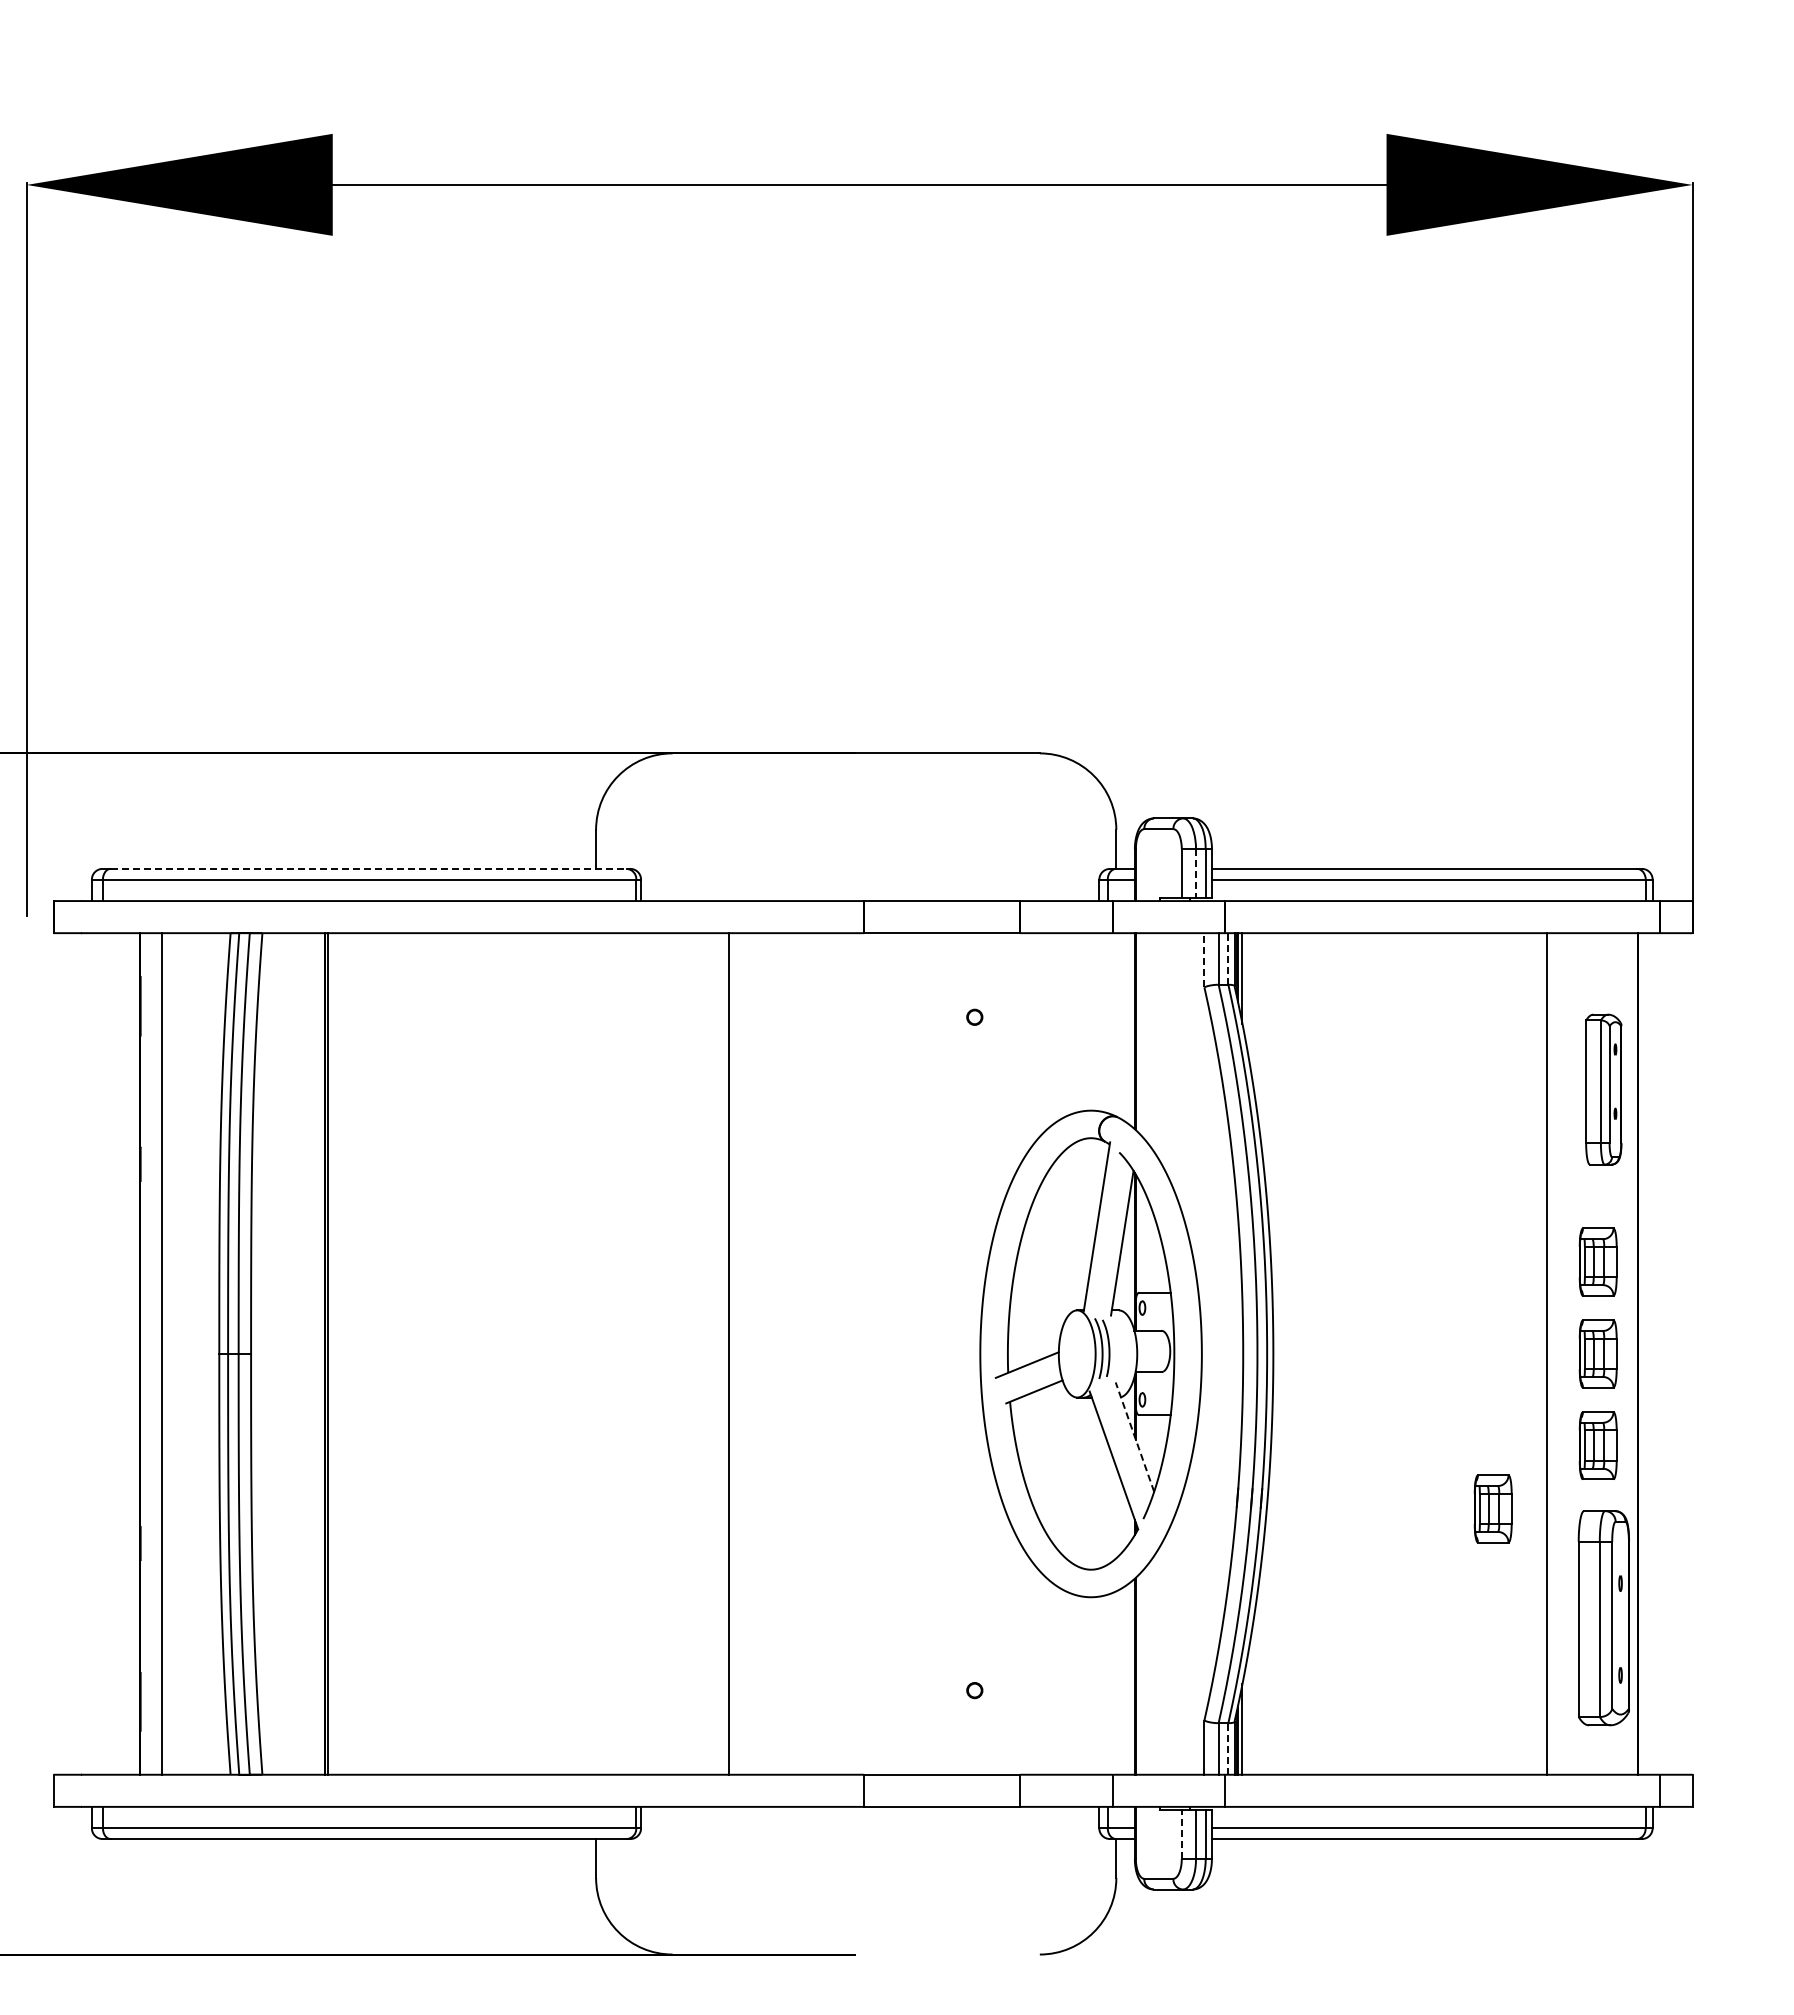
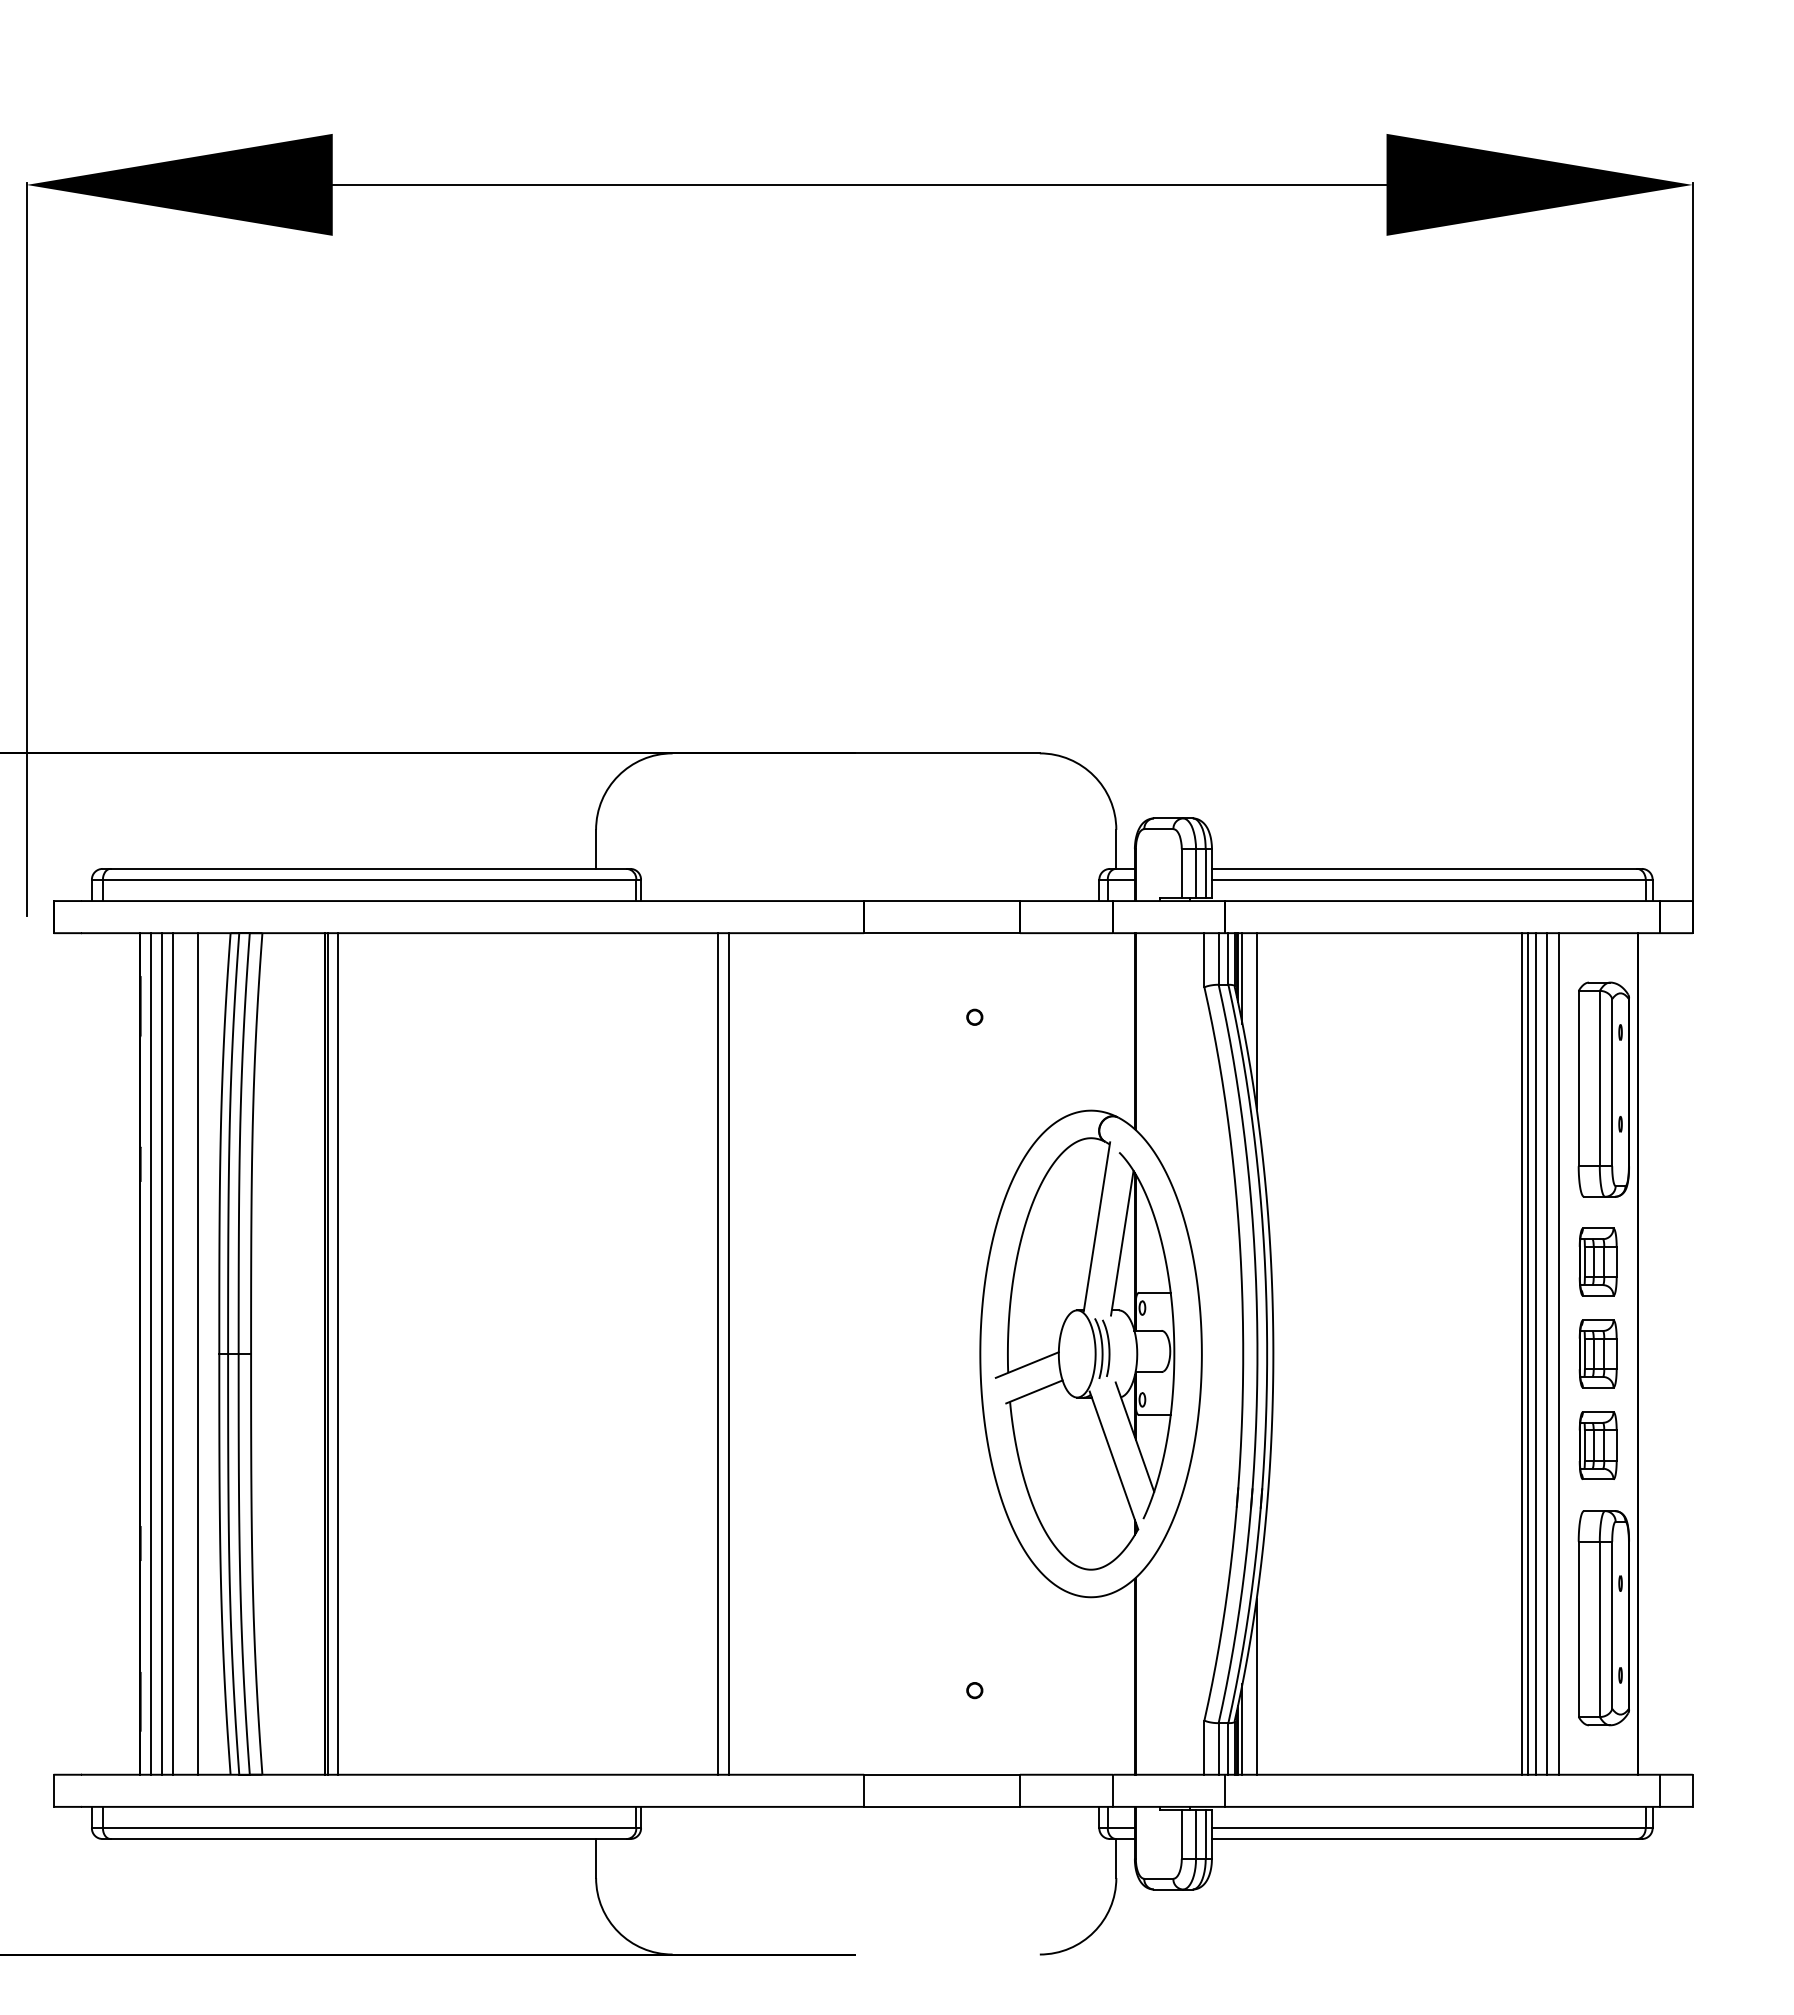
line at (369, 868): dashed -> solid
line at (1196, 874): dashed -> solid
line at (1228, 958): dashed -> solid
line at (1204, 959): dashed -> solid
line at (1256, 1020): none -> present
part at (1603, 1089) size: 38x153 px -> 53x217 px
line at (151, 1353): none -> present
line at (172, 1353): none -> present
line at (198, 1353): none -> present
line at (338, 1353): none -> present
line at (717, 1353): none -> present
line at (1521, 1353): none -> present
line at (1527, 1353): none -> present
line at (1535, 1353): none -> present
line at (1558, 1353): none -> present
line at (1134, 1437): dashed -> solid
part at (1492, 1508): present -> none
line at (1256, 1686): none -> present
line at (1228, 1748): dashed -> solid
line at (1181, 1833): dashed -> solid
